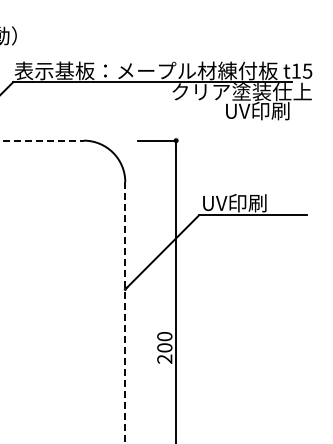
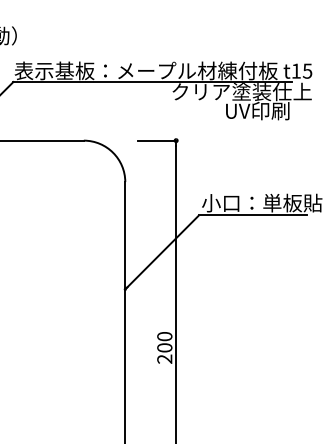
line at (42, 140): dashed -> solid
text at (262, 202): UV印刷 -> 小口：単板貼
line at (125, 312): dashed -> solid
